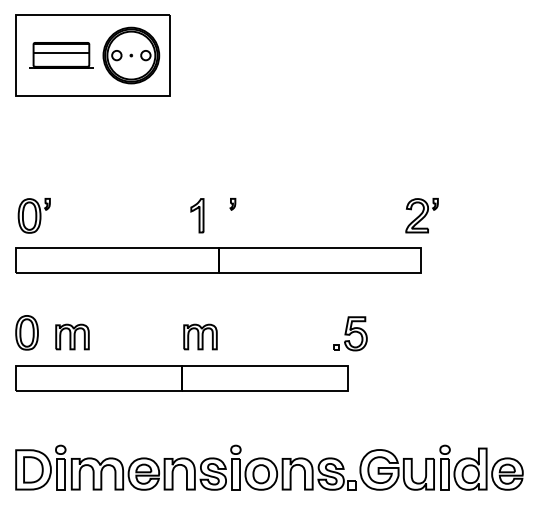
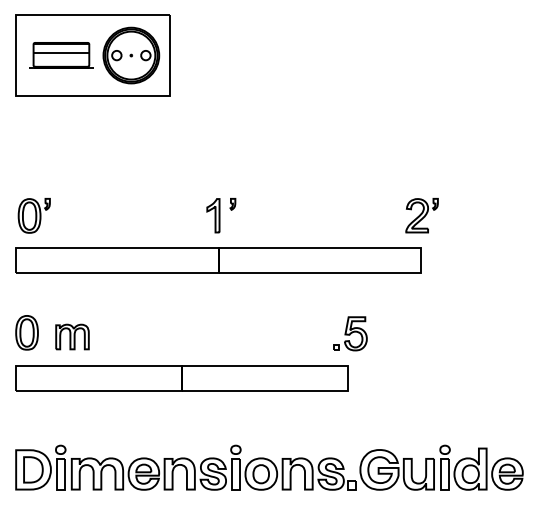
part at (197, 215) position: (197, 215) -> (213, 215)
part at (200, 336): present -> none
